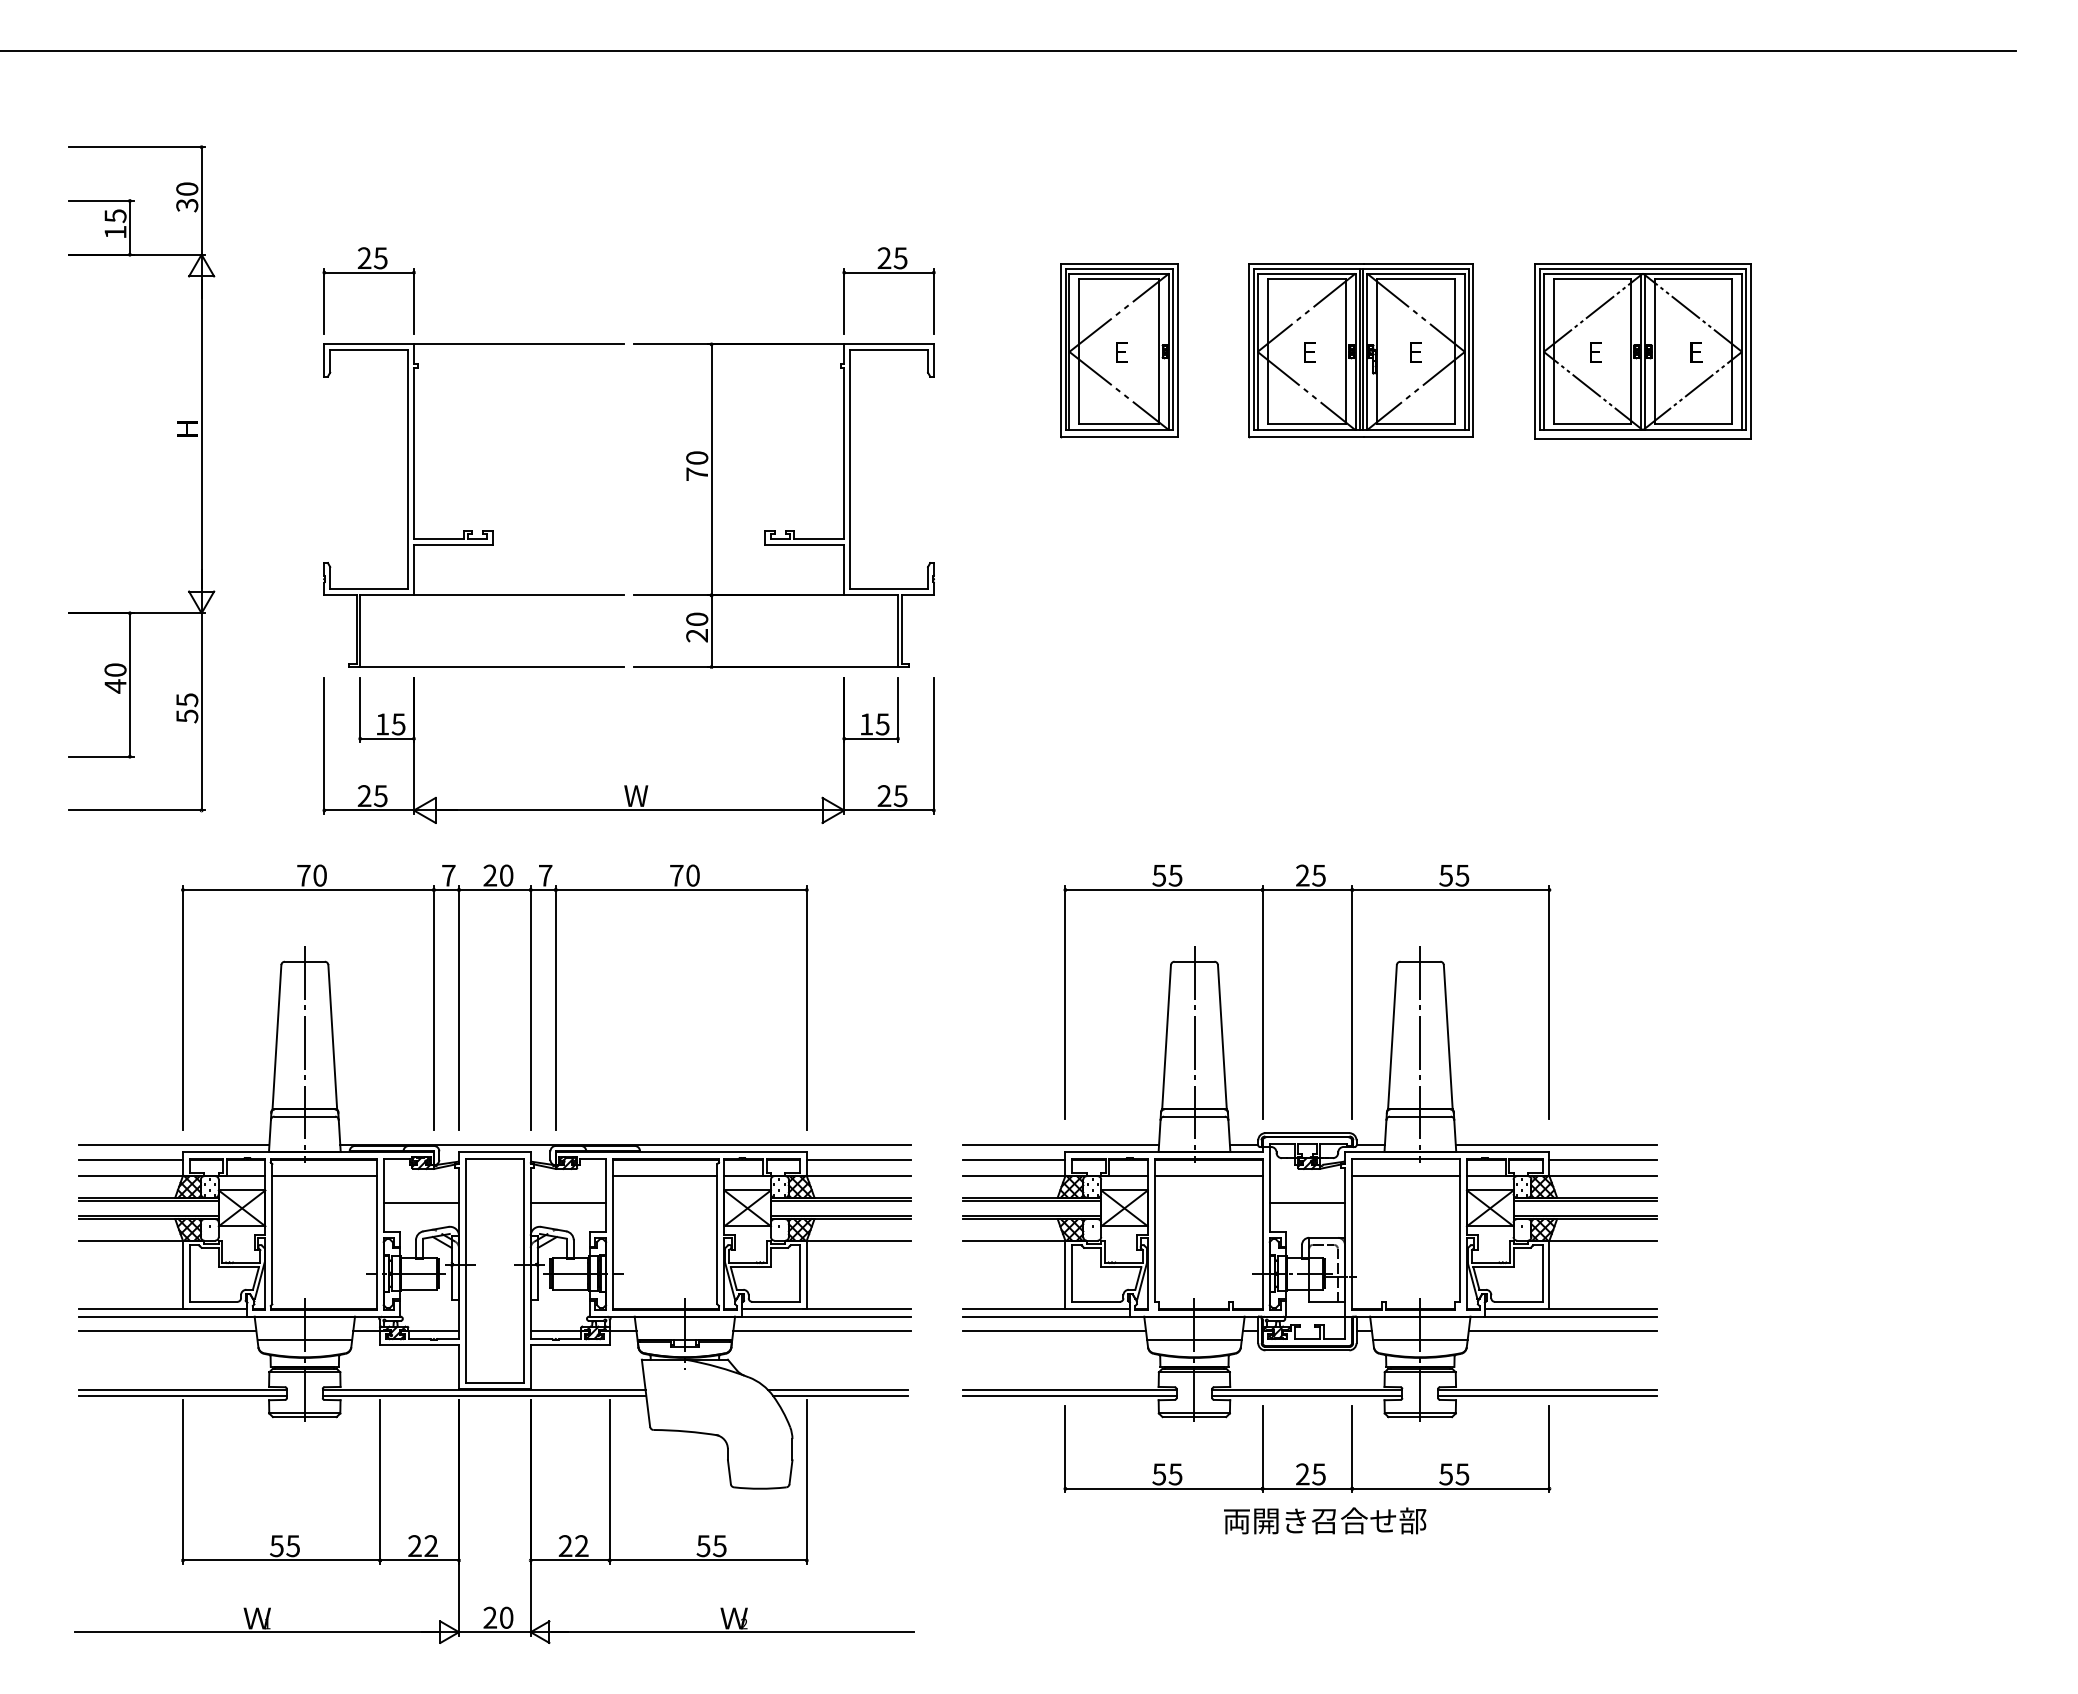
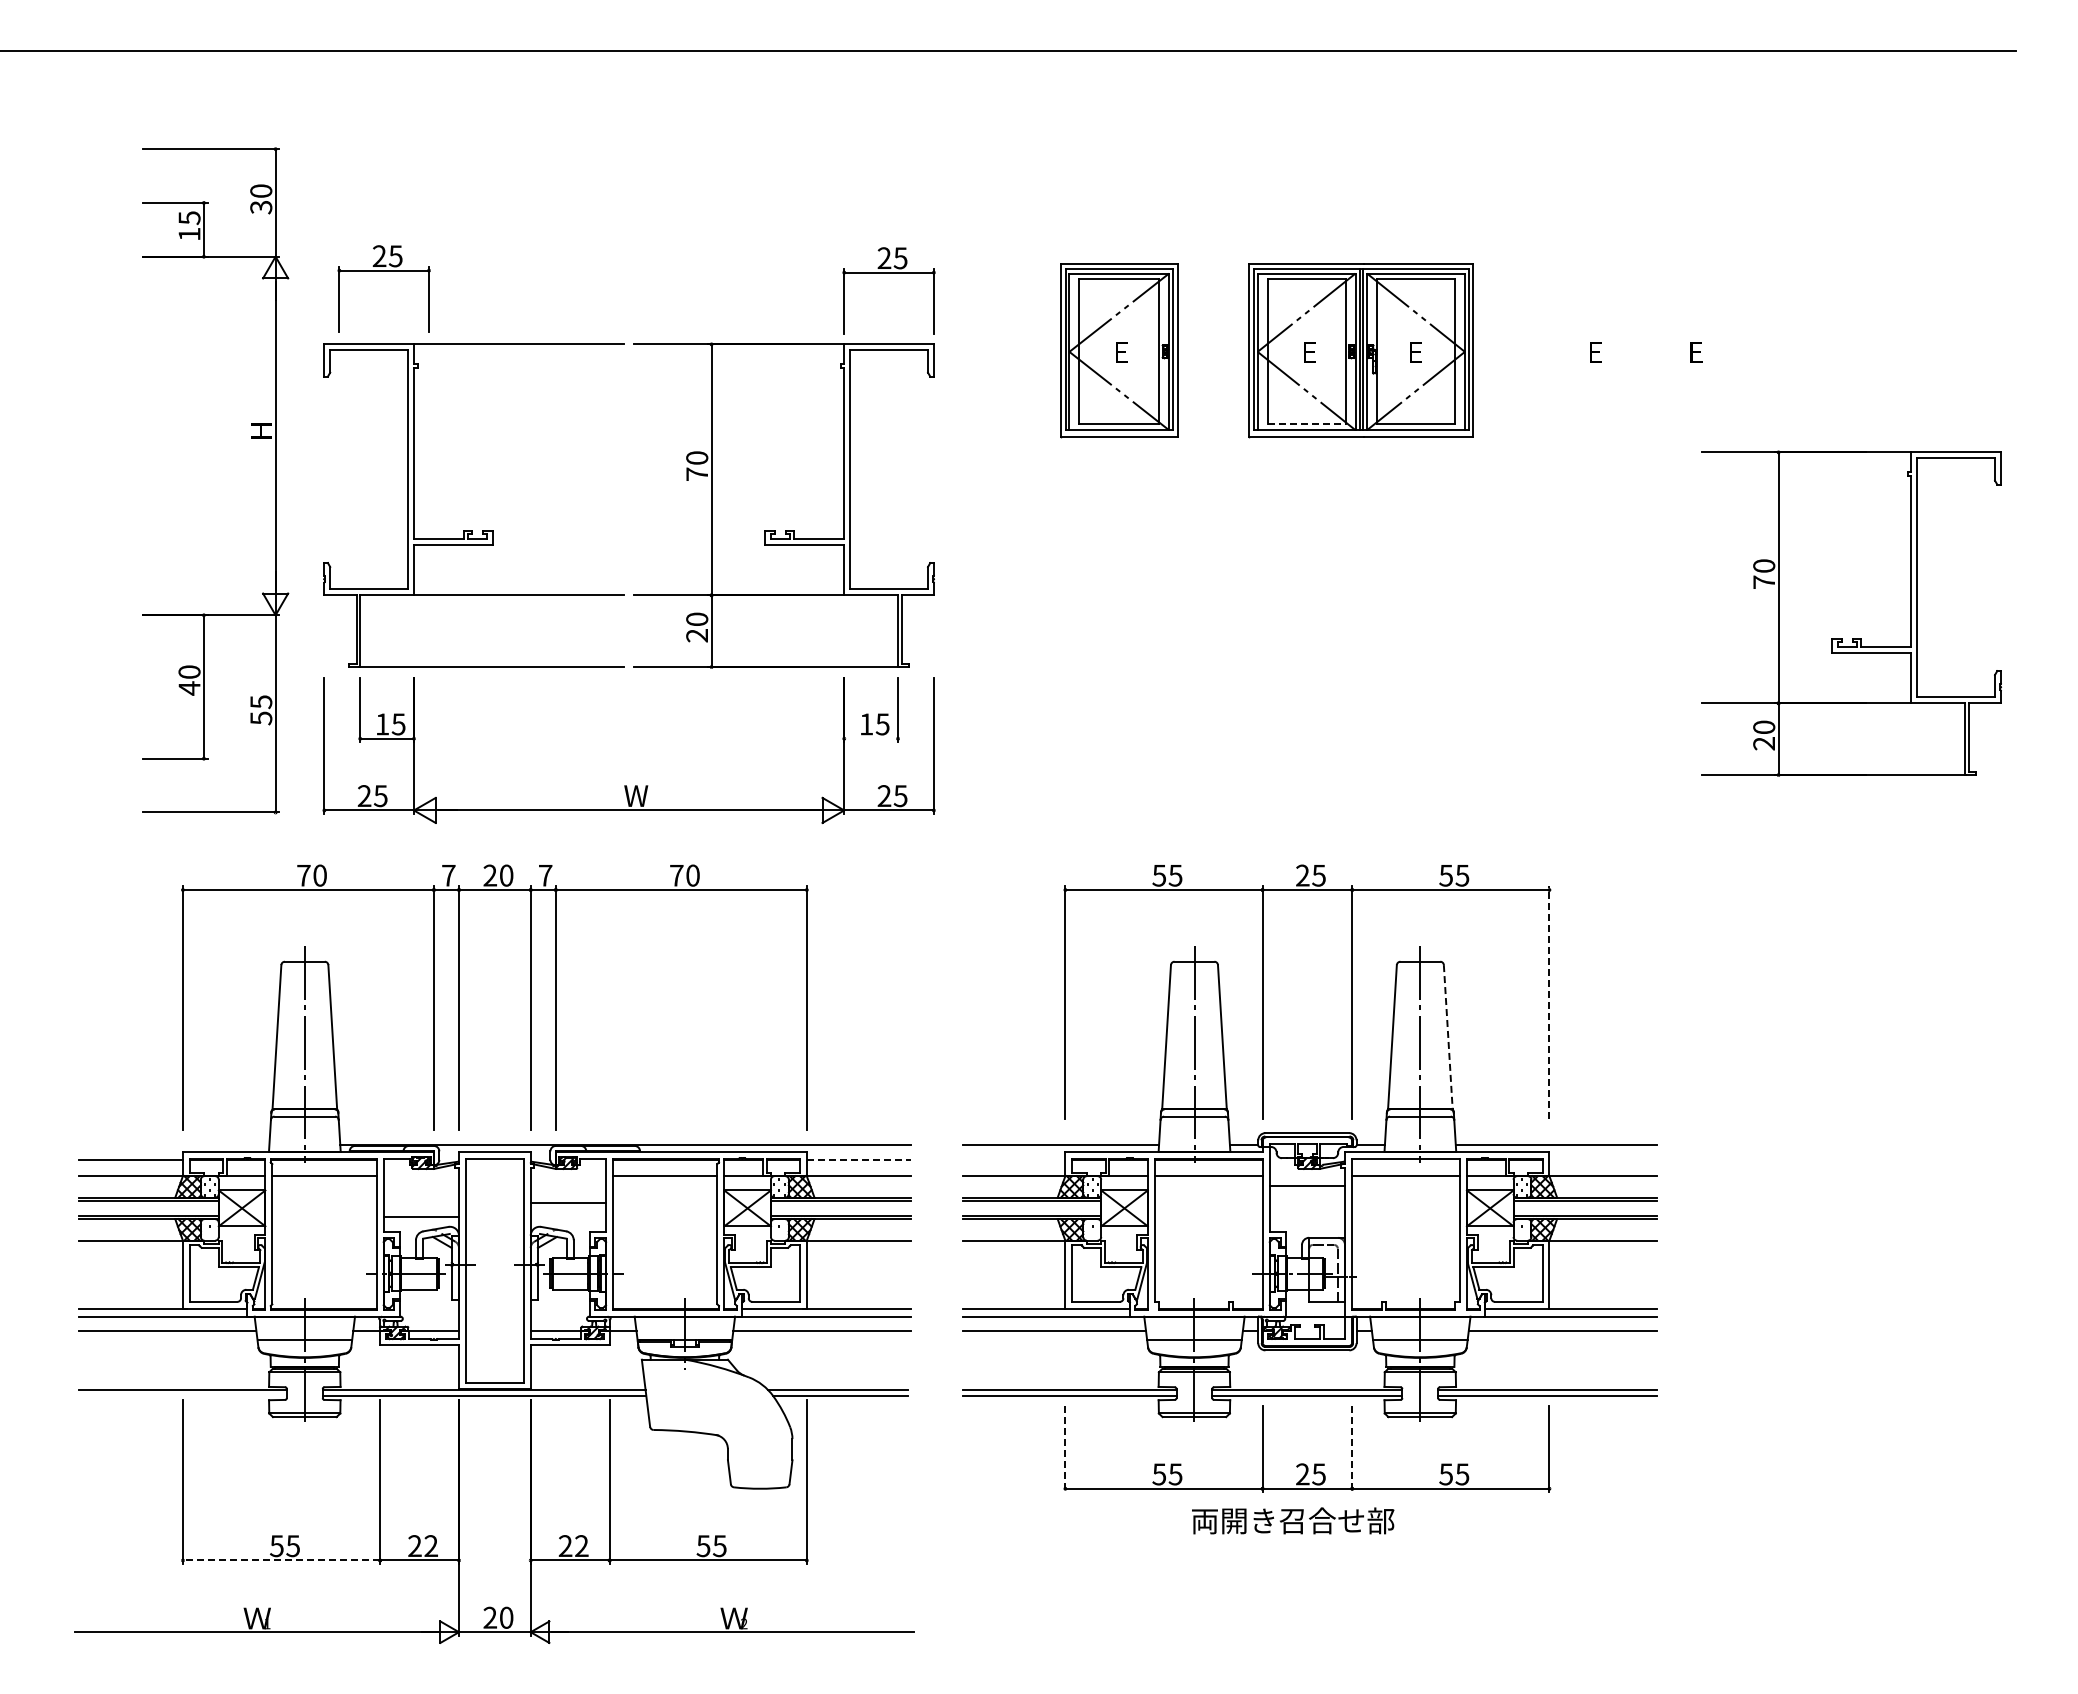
part at (368, 273) position: (368, 273) -> (383, 271)
part at (1642, 351): present -> none
line at (1307, 423): solid -> dashed
part at (177, 436) position: (177, 436) -> (251, 438)
part at (1850, 613): none -> present
line at (871, 738): present -> none
line at (1549, 1002): solid -> dashed
line at (1448, 1036): solid -> dashed
line at (173, 1144): present -> none
line at (858, 1159): solid -> dashed
line at (1014, 1159): present -> none
line at (1602, 1159): present -> none
line at (421, 1202) position: (421, 1202) -> (421, 1216)
line at (1307, 1202) position: (1307, 1202) -> (1307, 1185)
line at (182, 1395): present -> none
line at (1065, 1449): solid -> dashed
line at (1352, 1449): solid -> dashed
text at (1325, 1520) position: (1325, 1520) -> (1293, 1520)
line at (281, 1560): solid -> dashed
